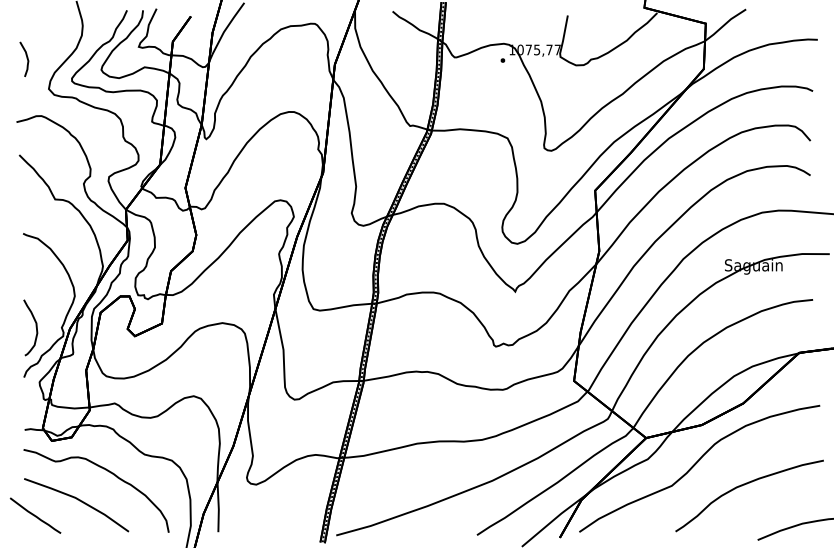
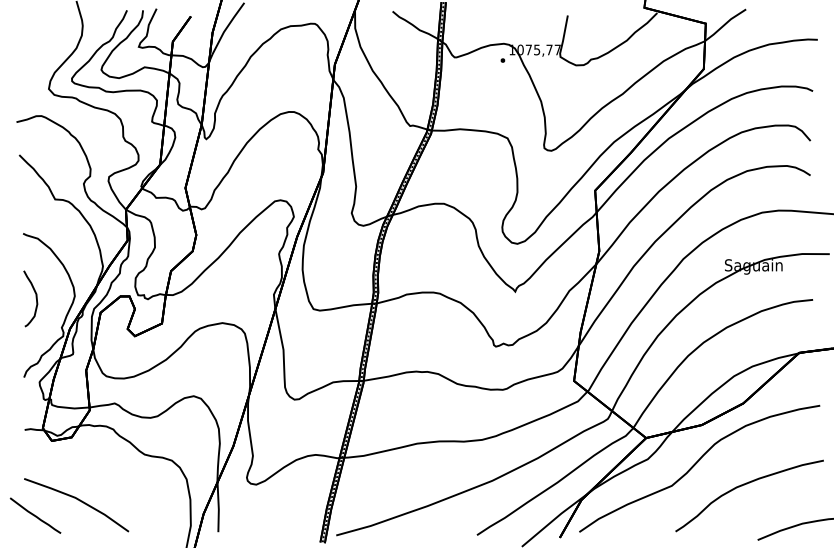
curve at (26, 58): present -> none
curve at (35, 327) position: (35, 327) -> (35, 298)
curve at (108, 472): present -> none
